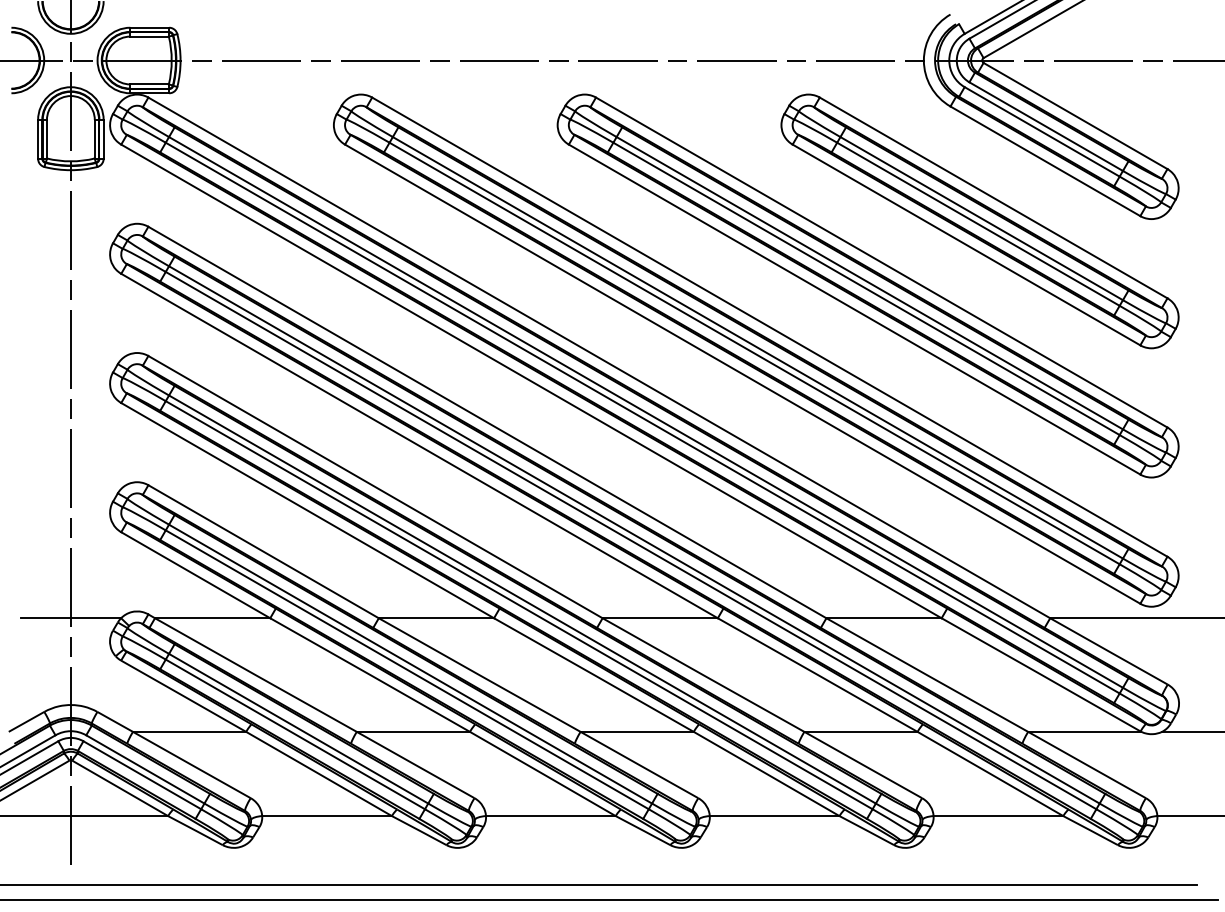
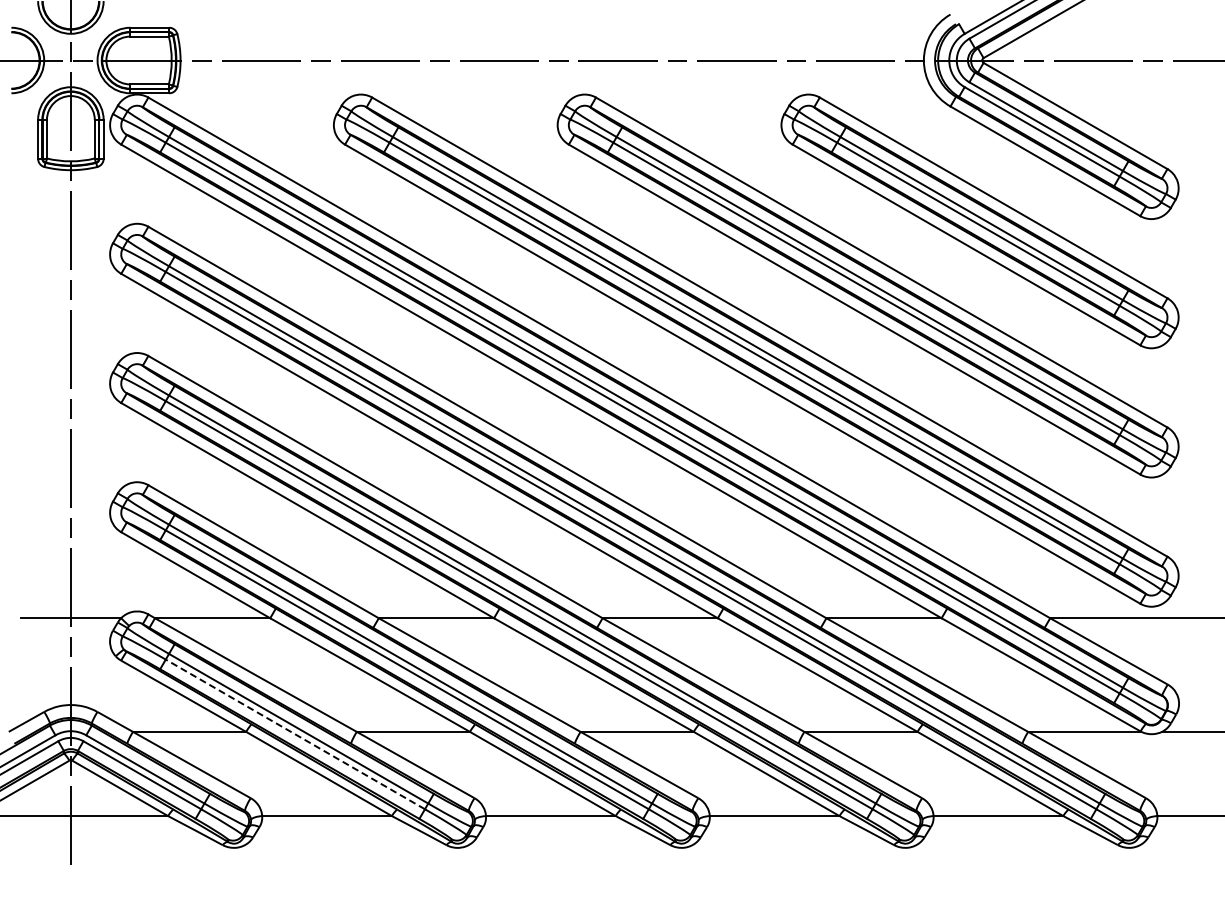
line at (295, 734): solid -> dashed
line at (599, 884): present -> none
line at (609, 899): present -> none
